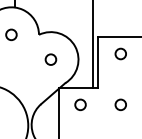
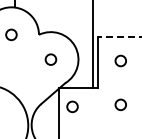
line at (119, 37): solid -> dashed
circle at (120, 53) position: (120, 53) -> (120, 60)
circle at (80, 104) position: (80, 104) -> (72, 106)
